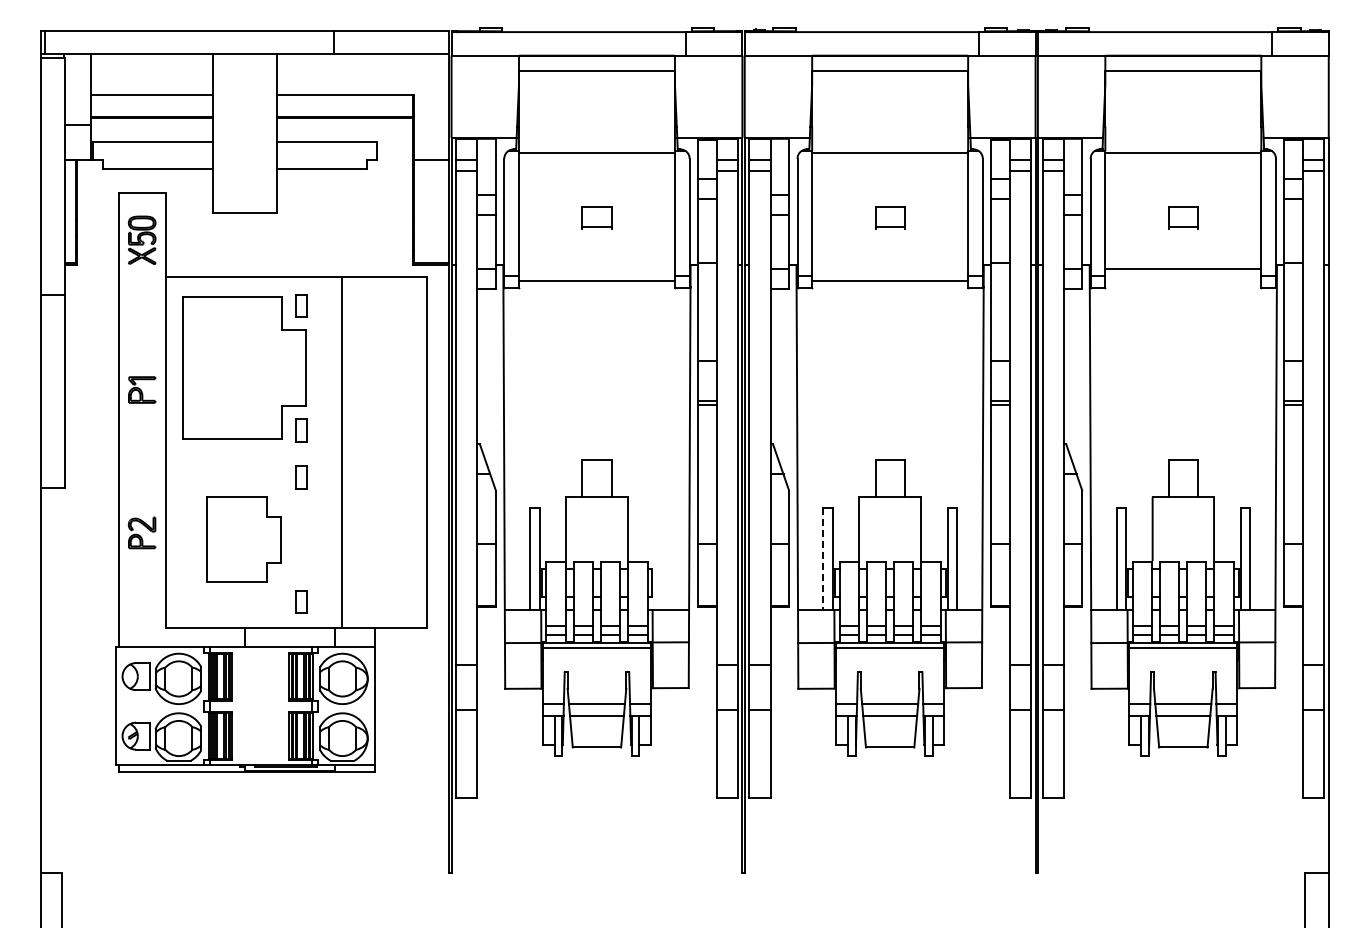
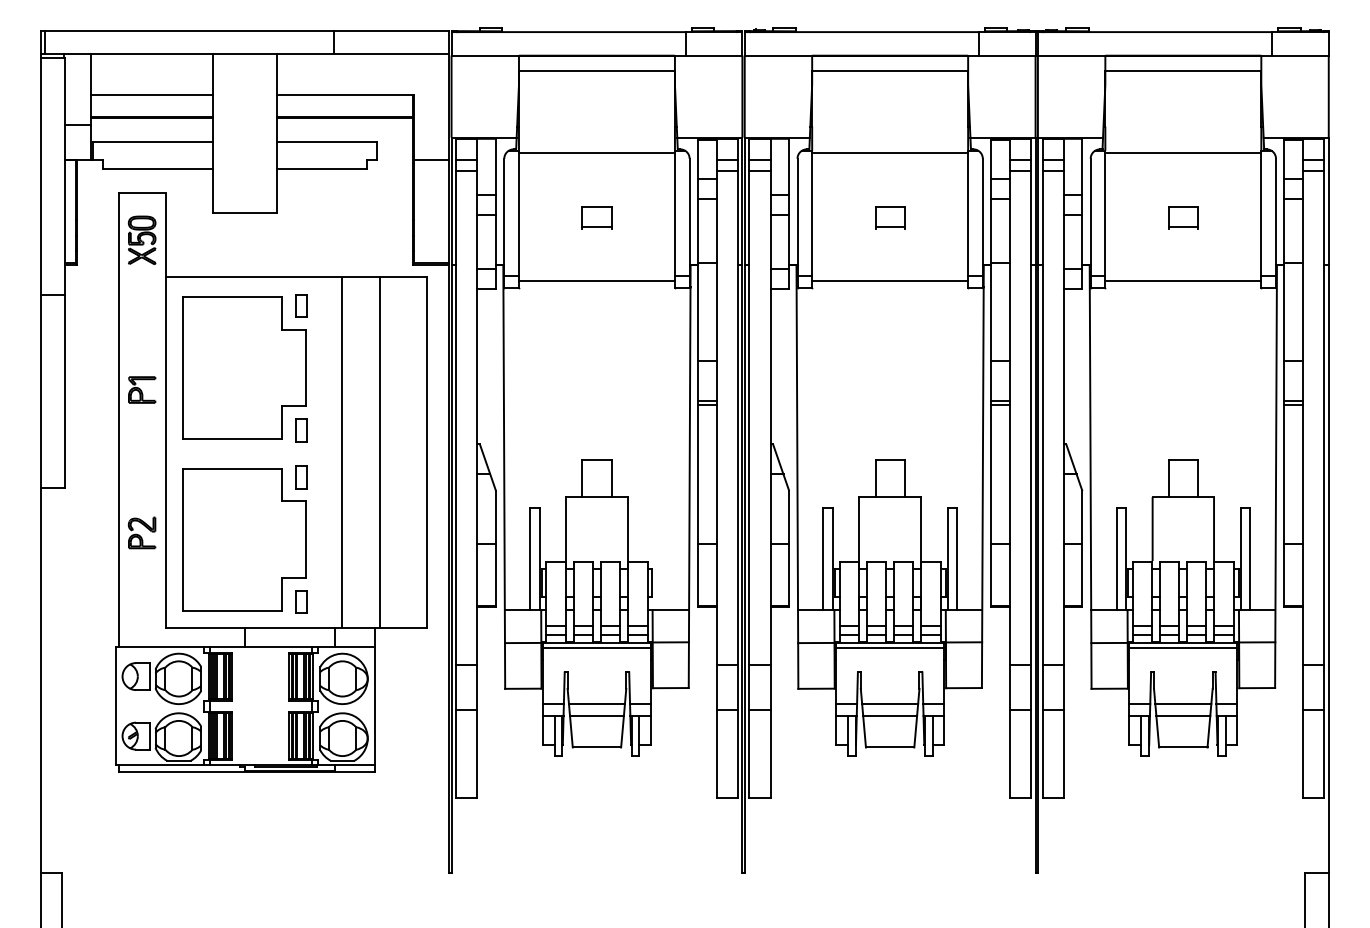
line at (1183, 268) position: (1183, 268) -> (1183, 280)
line at (379, 452): none -> present
part at (243, 539) size: 76x87 px -> 125x144 px
line at (823, 559): dashed -> solid
